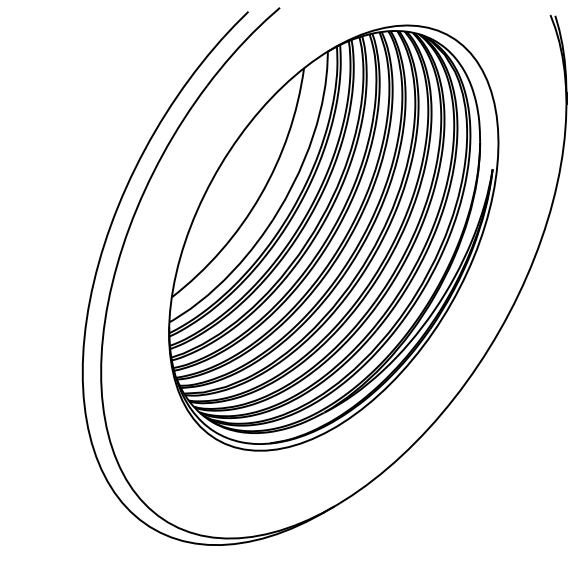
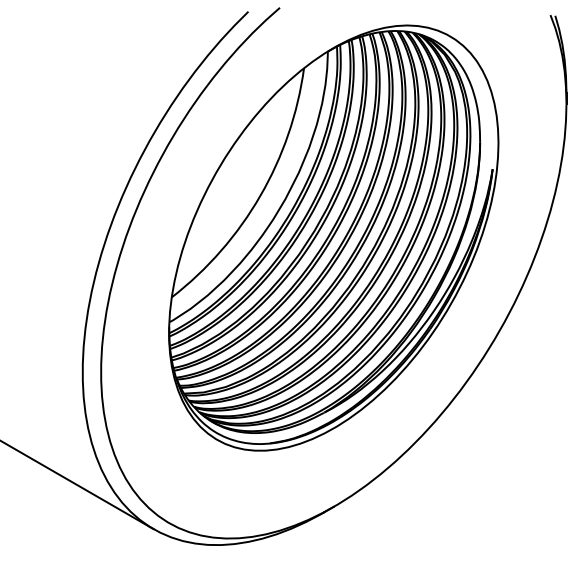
line at (77, 485): none -> present
